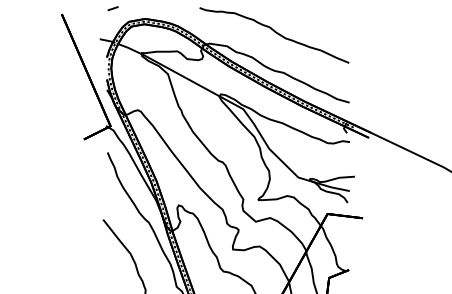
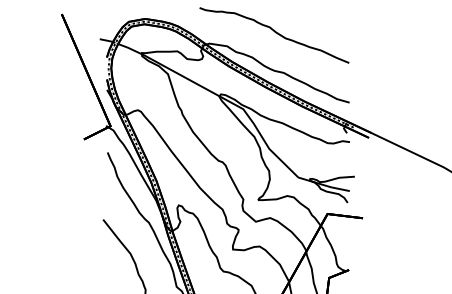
line at (112, 8): present -> none
